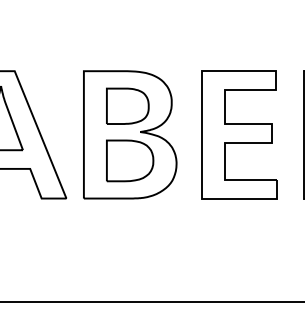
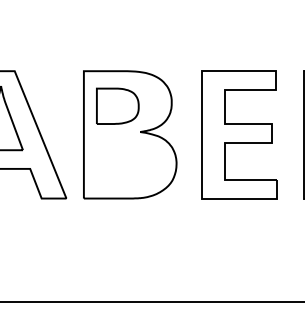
part at (127, 105) position: (127, 105) -> (117, 105)
part at (130, 160): present -> none
